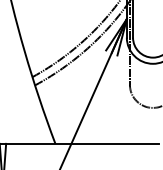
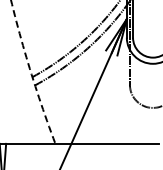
arc at (31, 72): solid -> dashed
